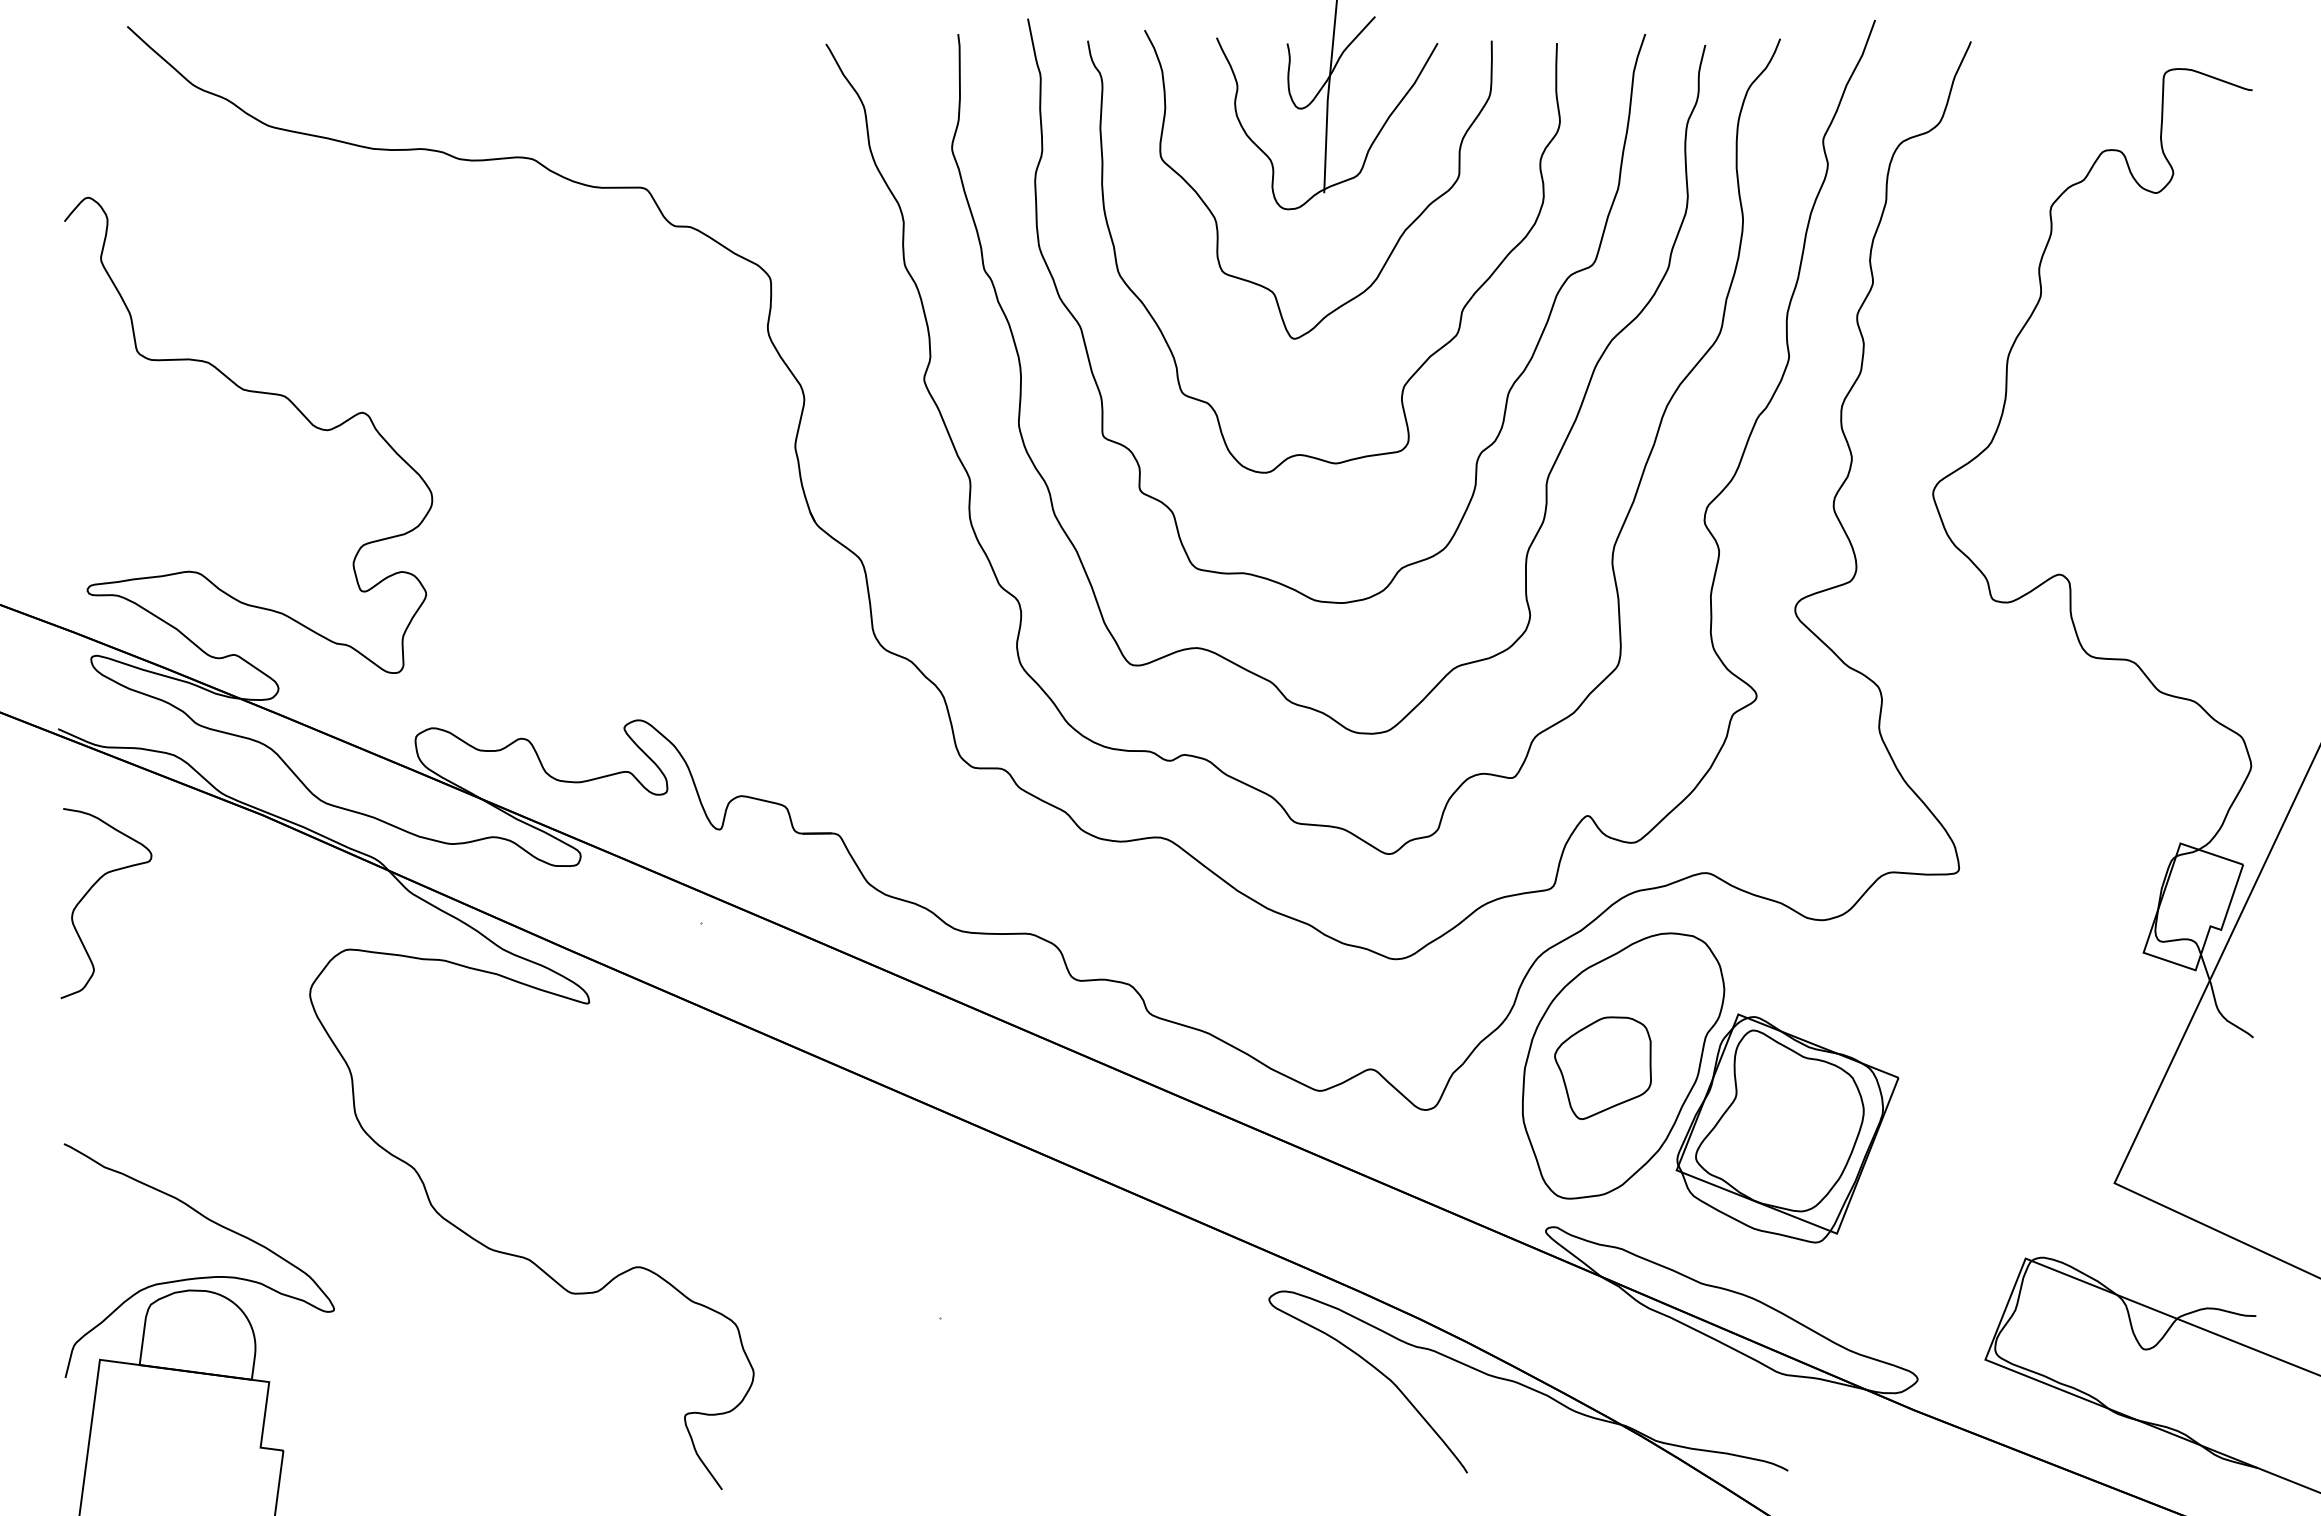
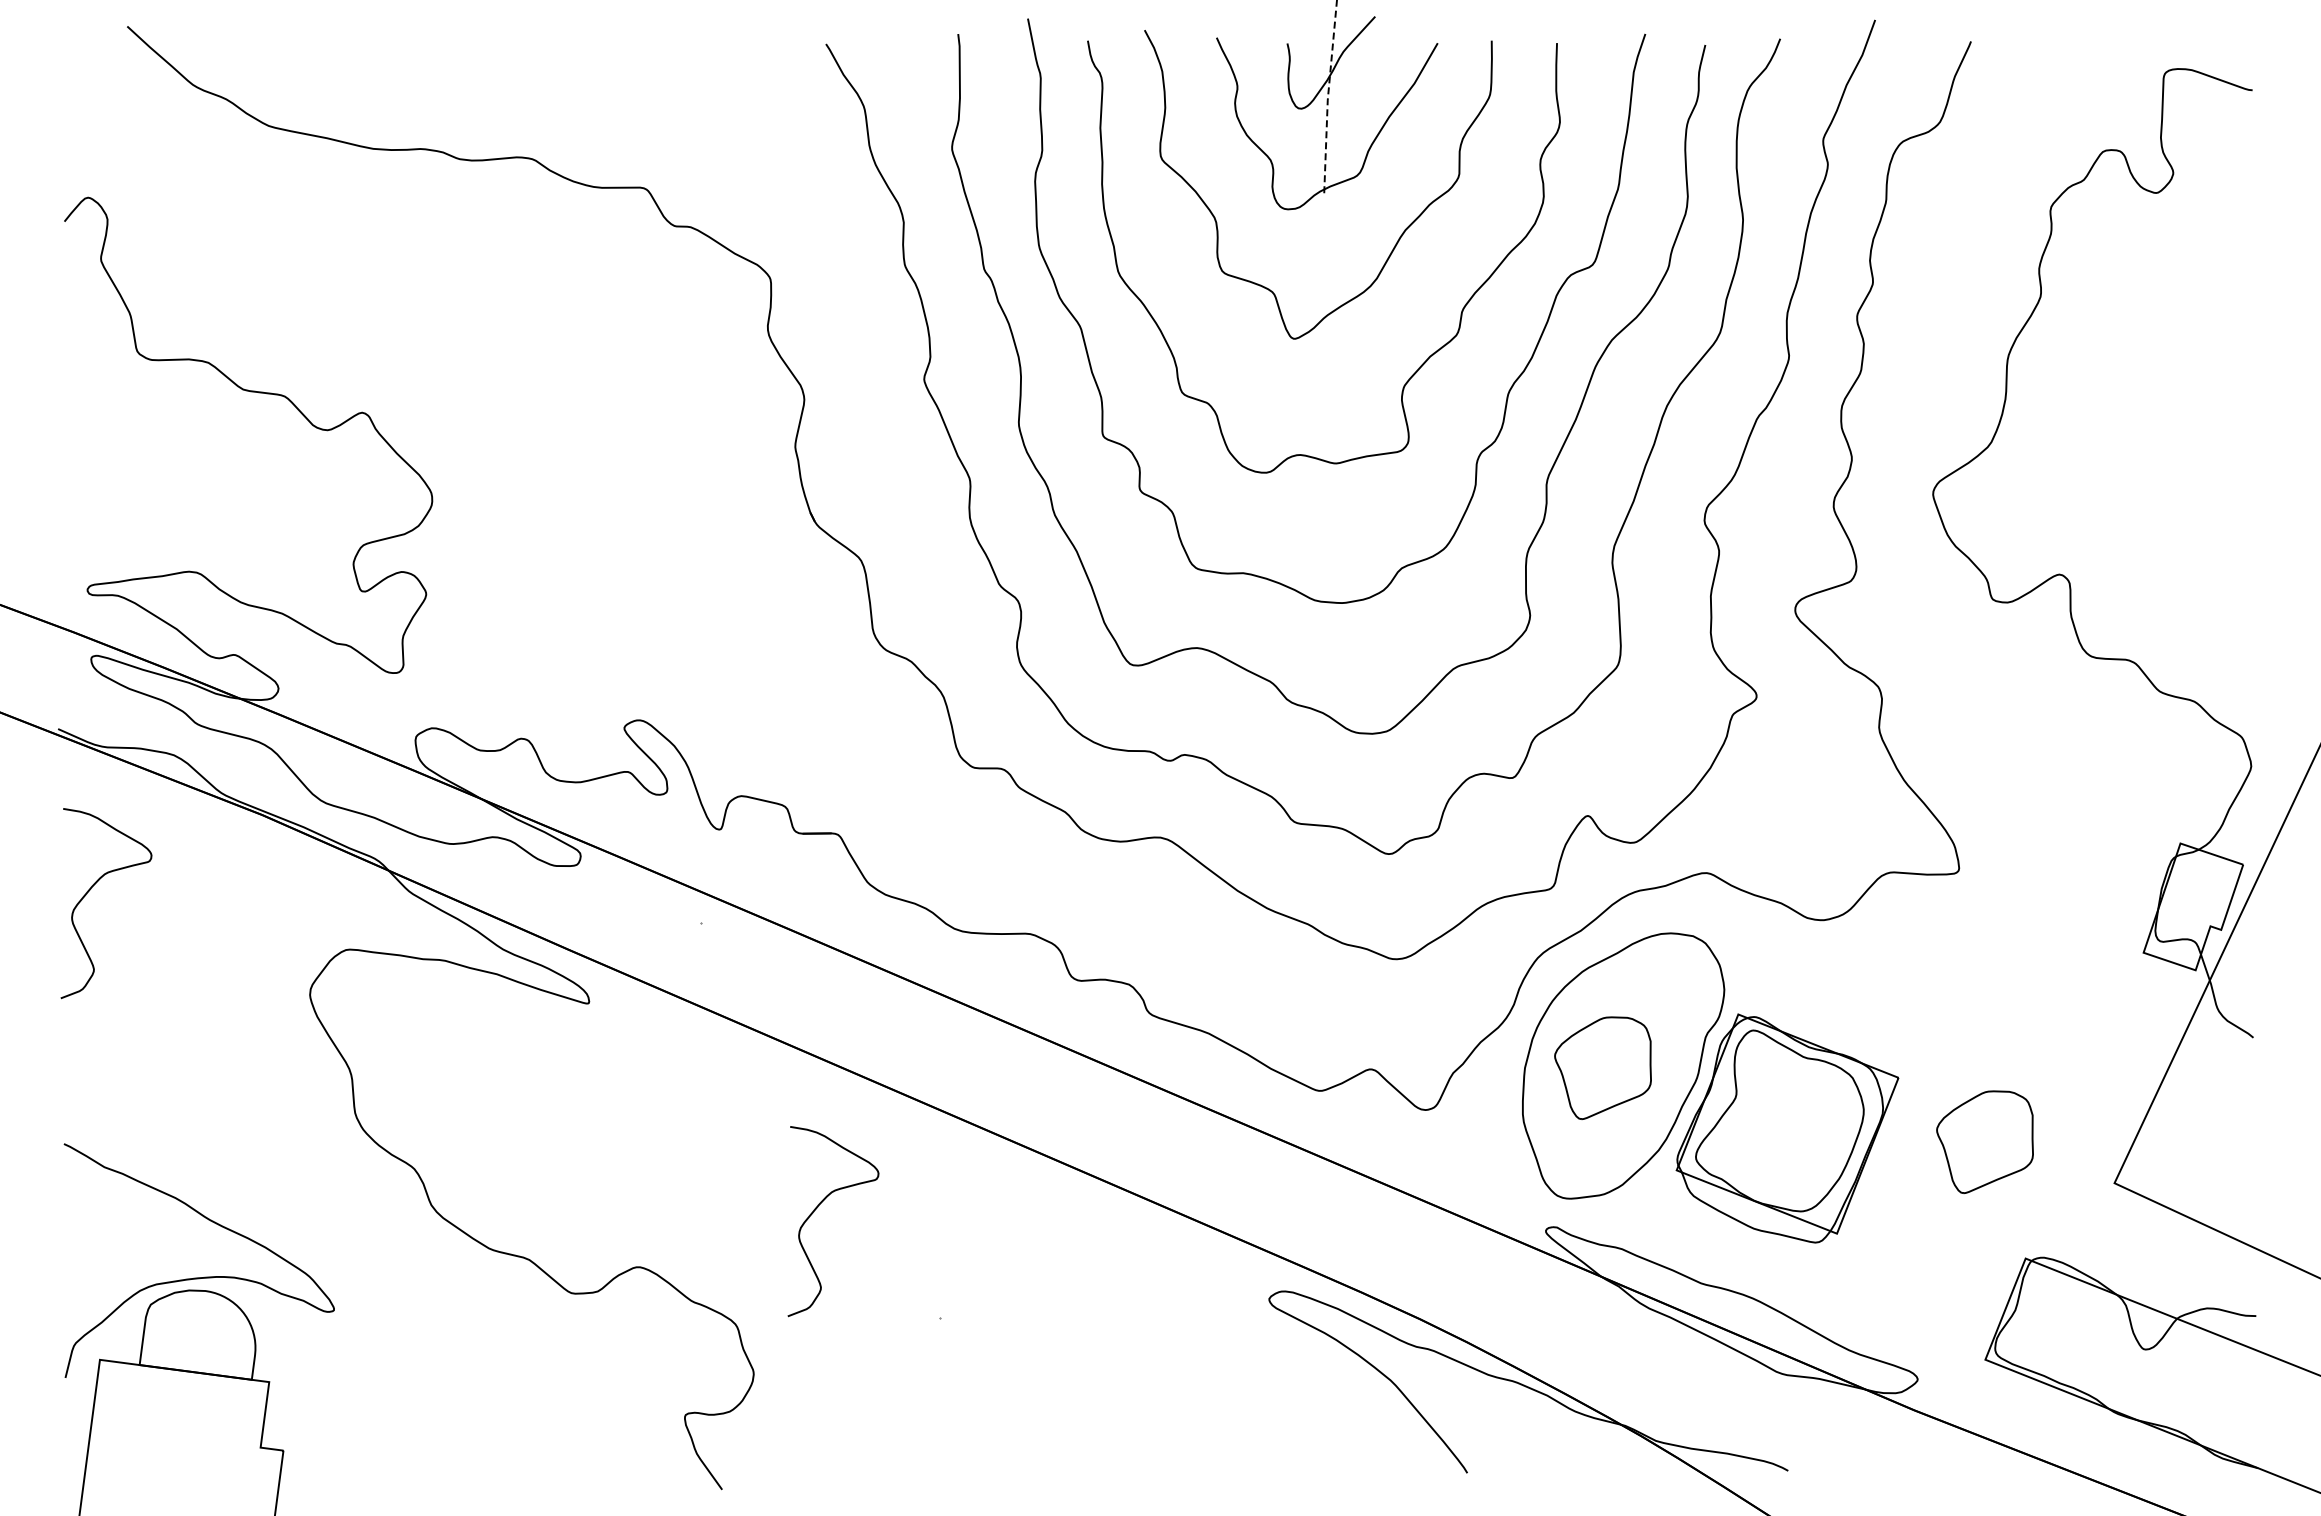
line at (1328, 97): solid -> dashed
part at (1984, 1141): none -> present
curve at (818, 1207): none -> present
